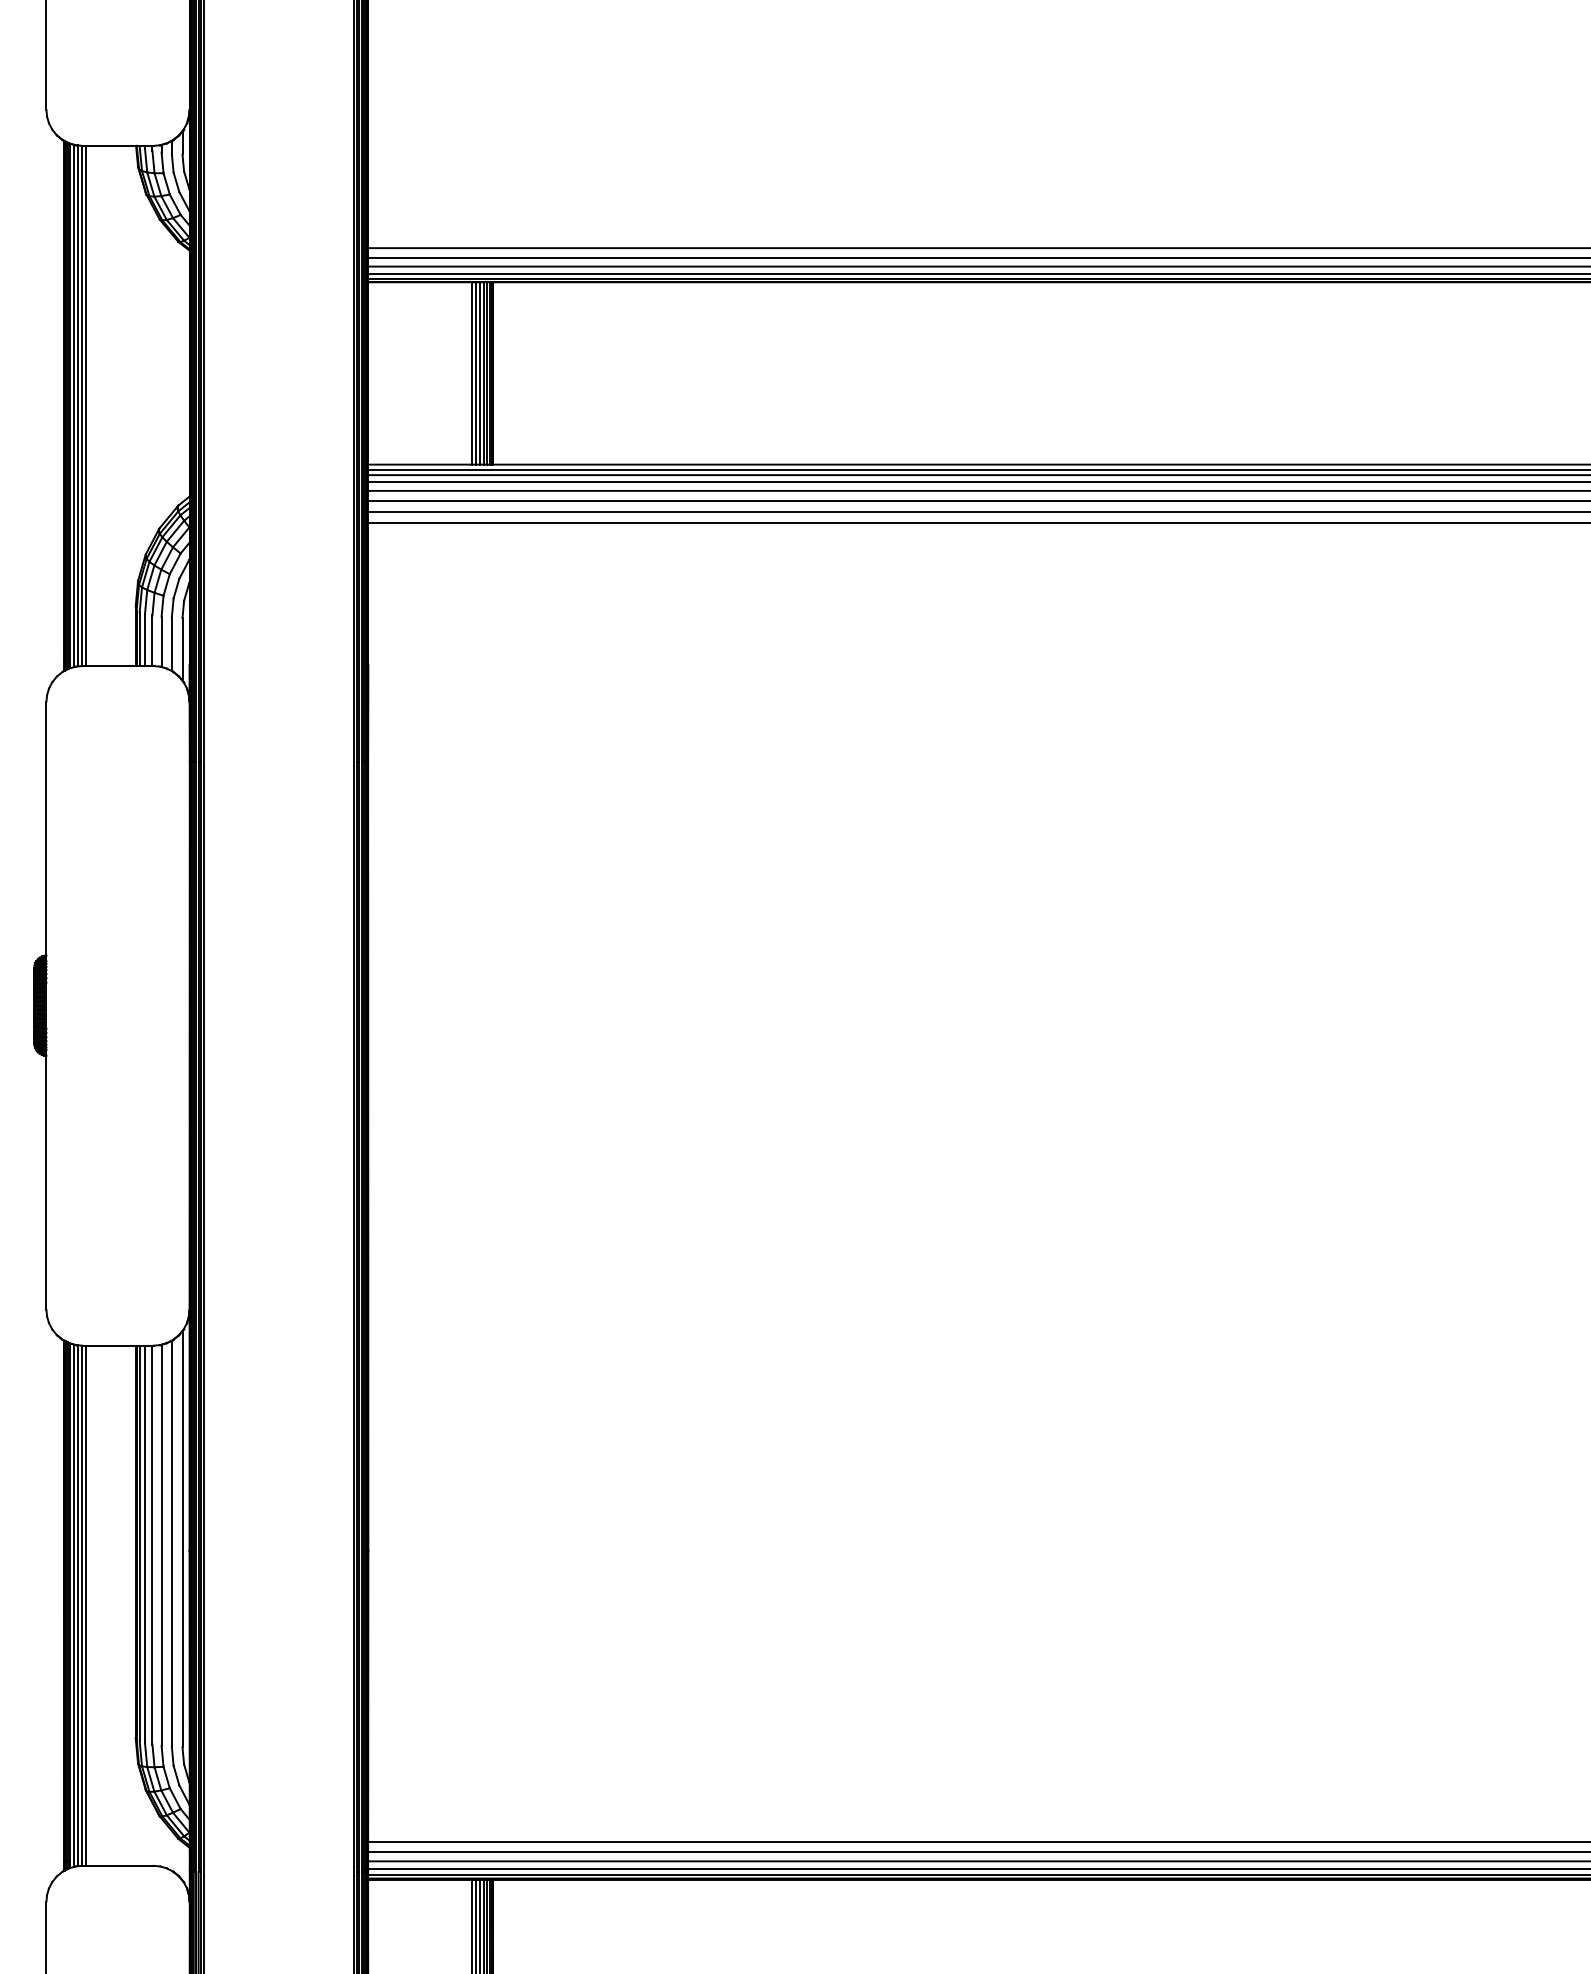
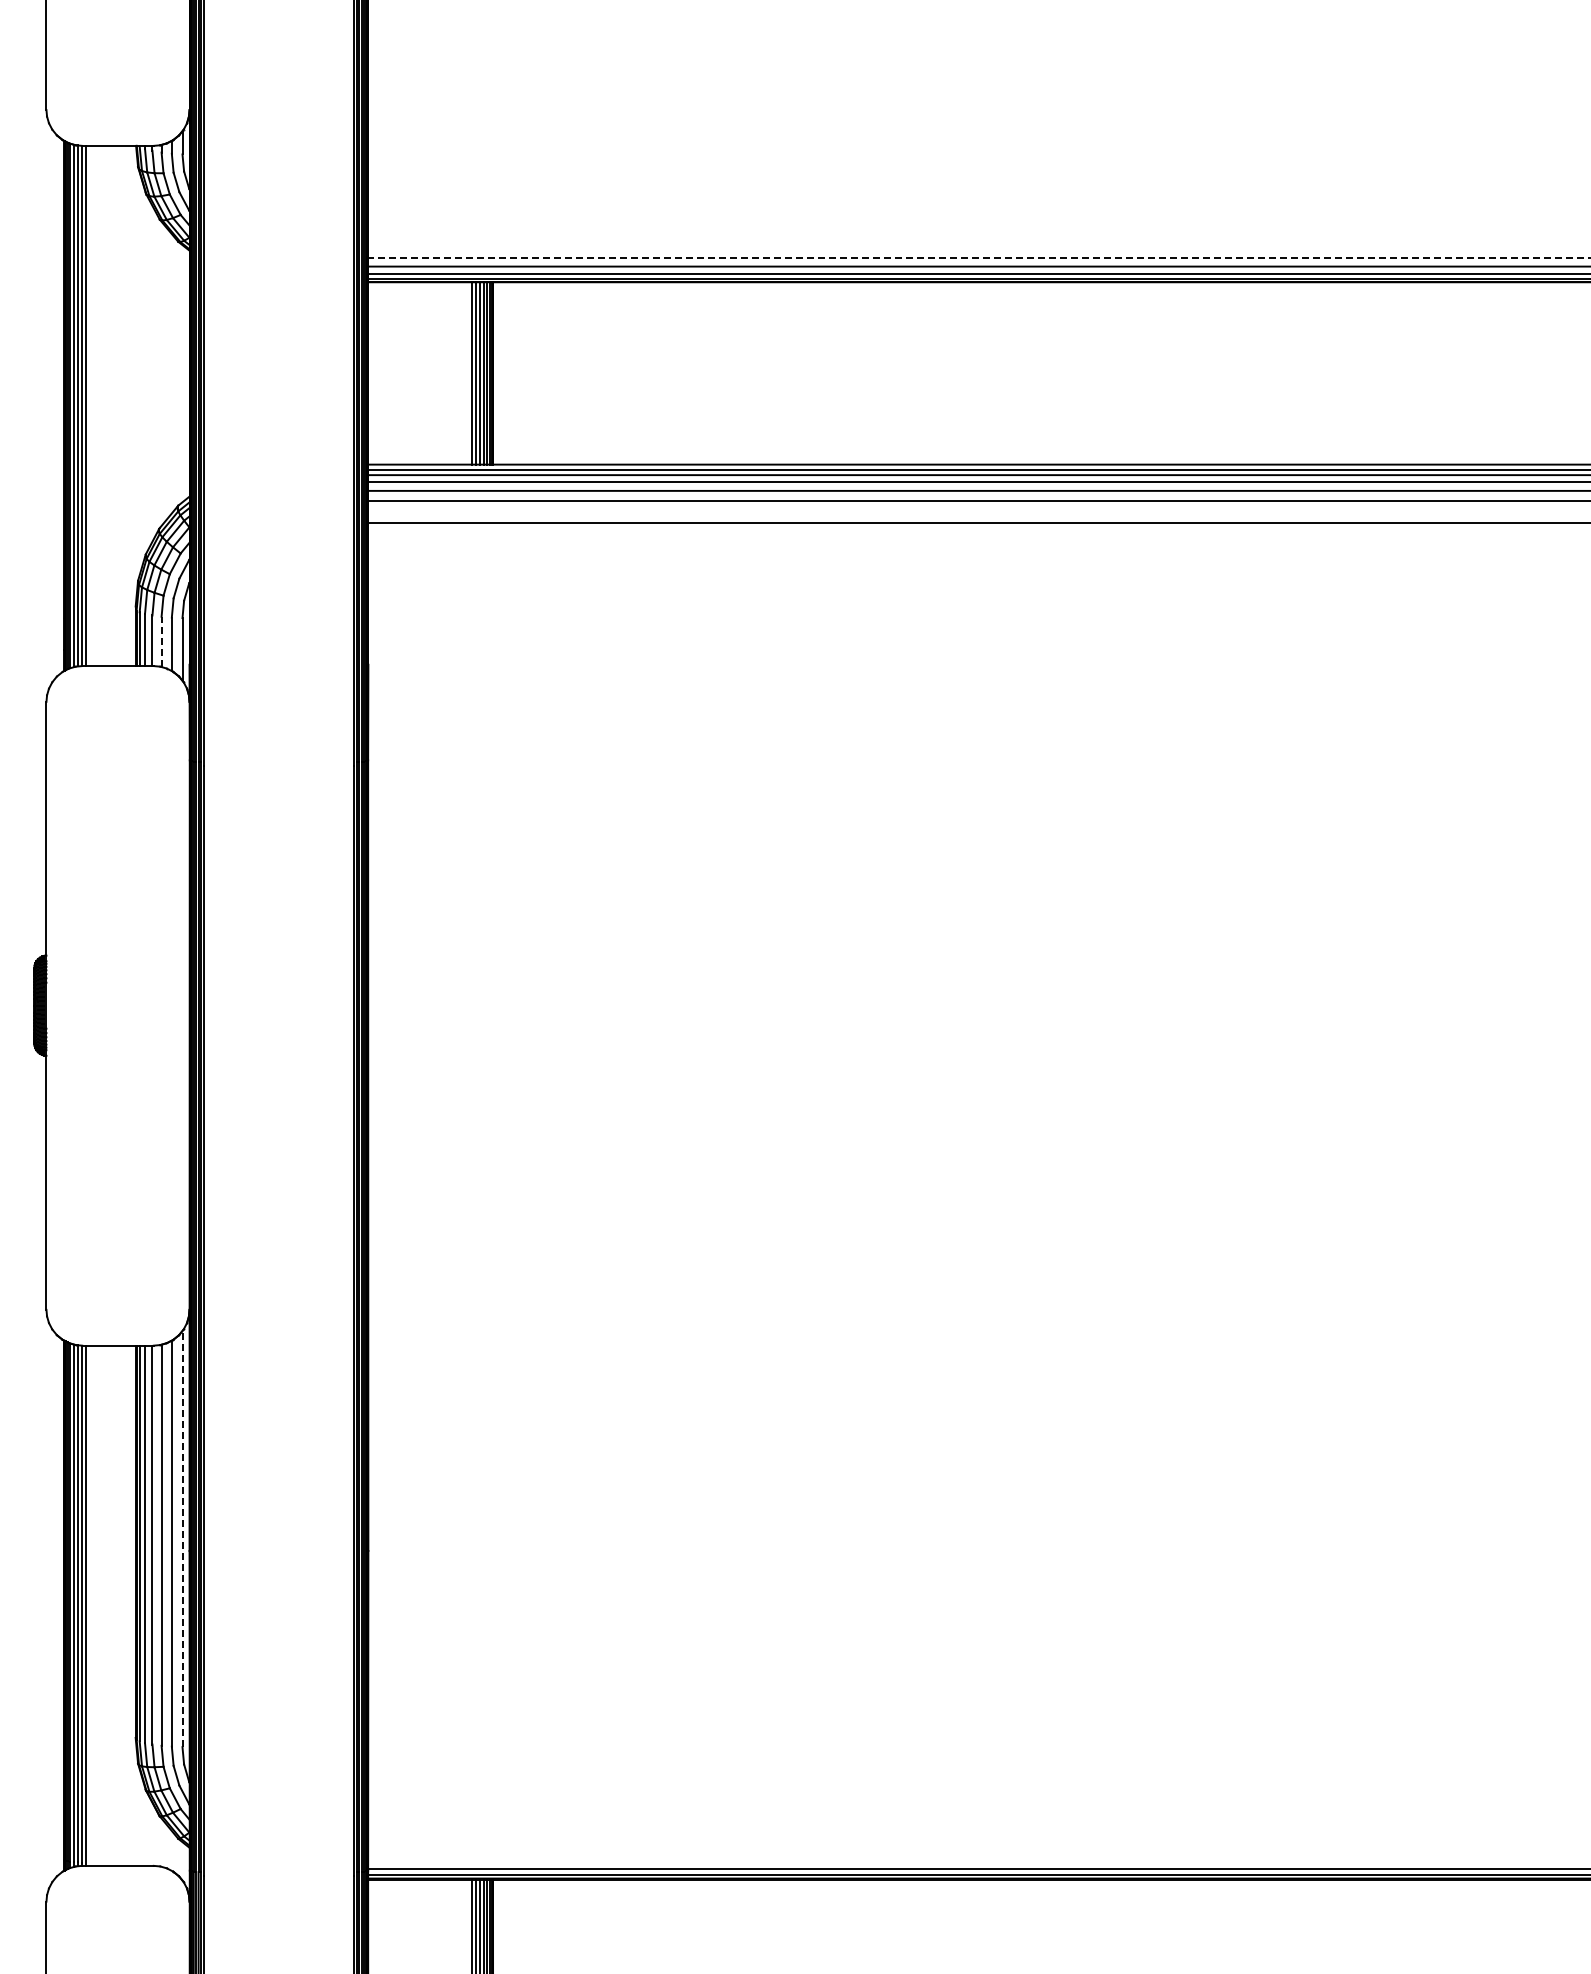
line at (977, 248): present -> none
line at (979, 257): solid -> dashed
line at (977, 512): present -> none
line at (161, 641): solid -> dashed
line at (182, 1538): solid -> dashed
line at (977, 1842): present -> none
line at (977, 1852): present -> none
line at (977, 1861): present -> none
